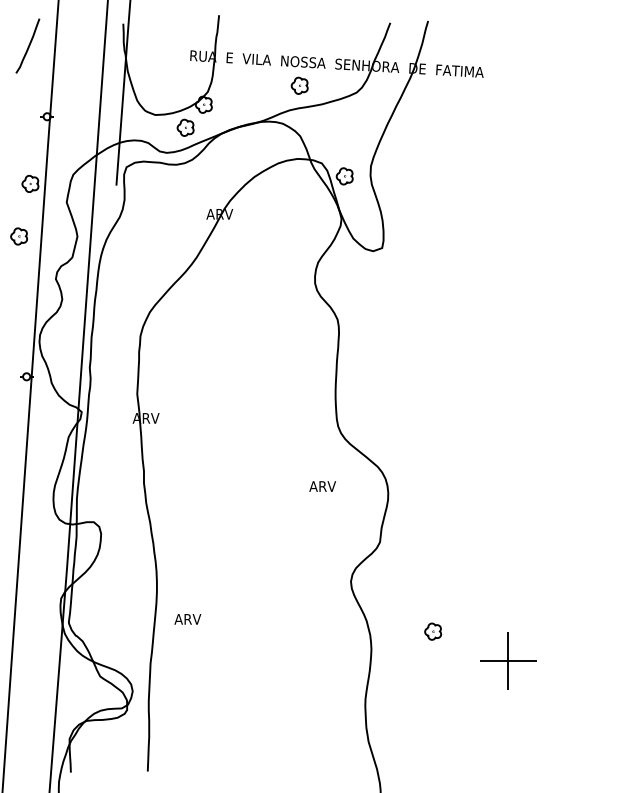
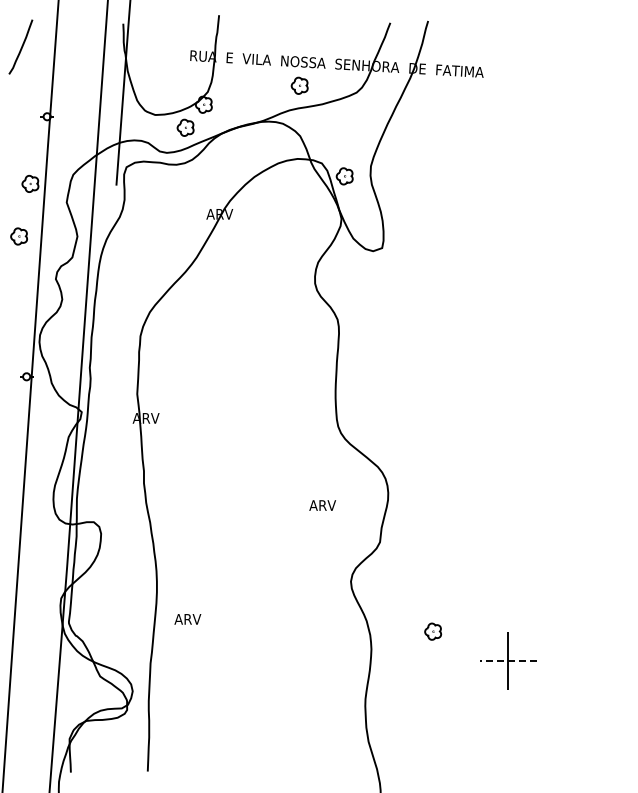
curve at (28, 45) position: (28, 45) -> (21, 46)
text at (322, 486) position: (322, 486) -> (322, 505)
line at (508, 661): solid -> dashed
